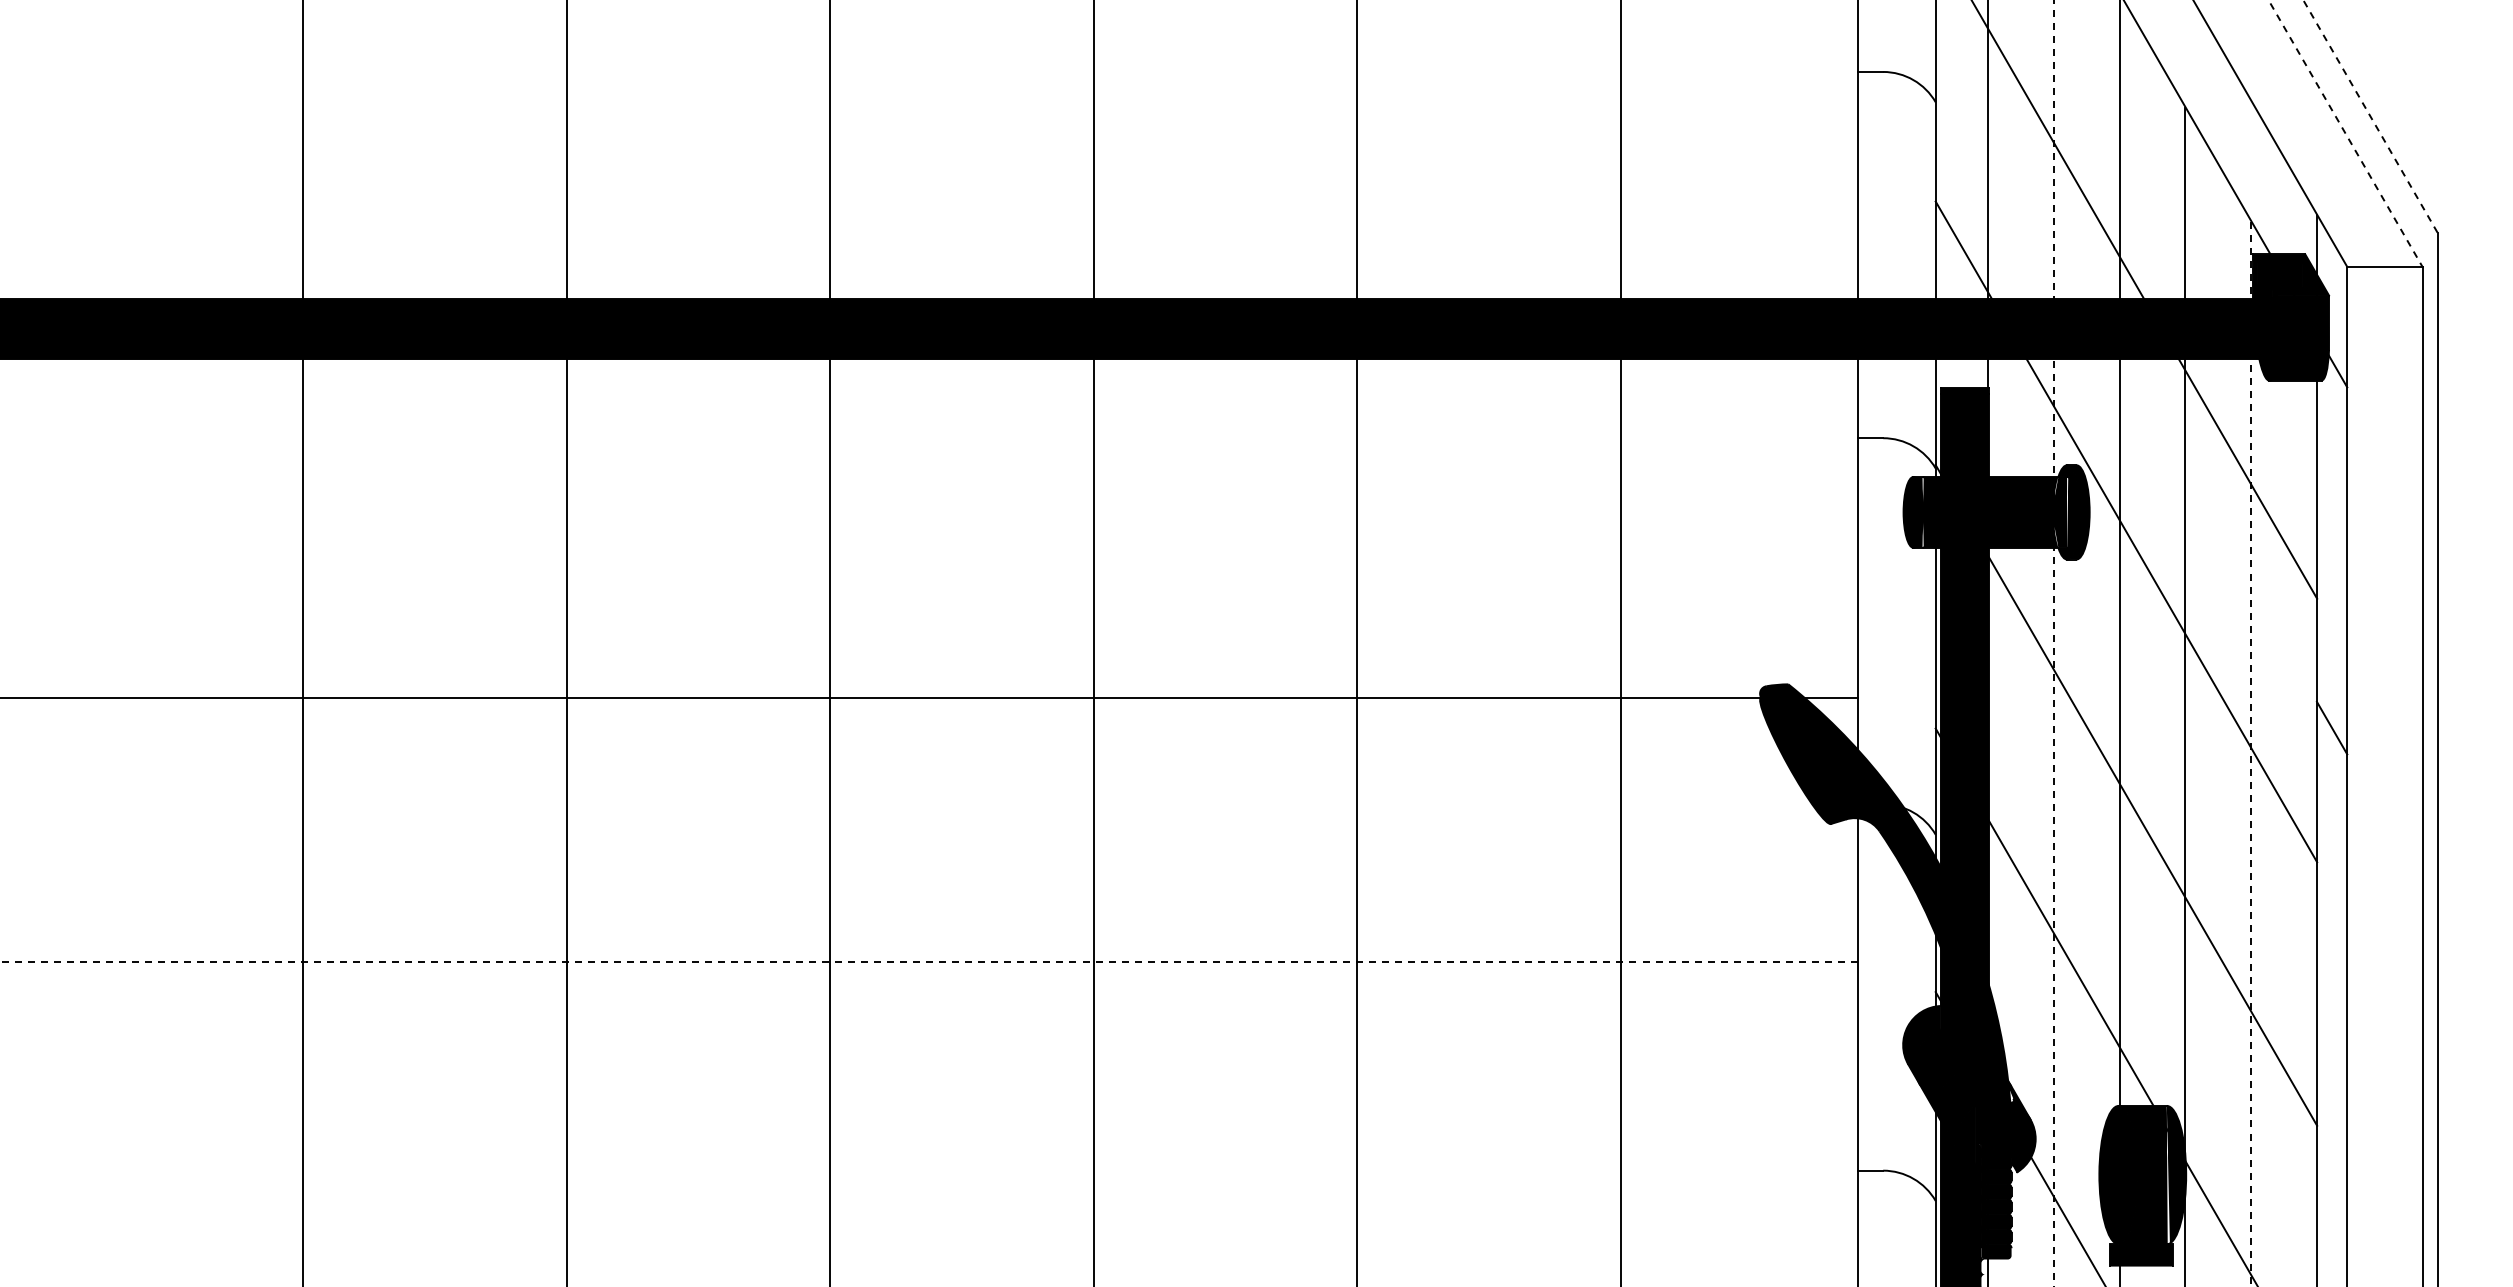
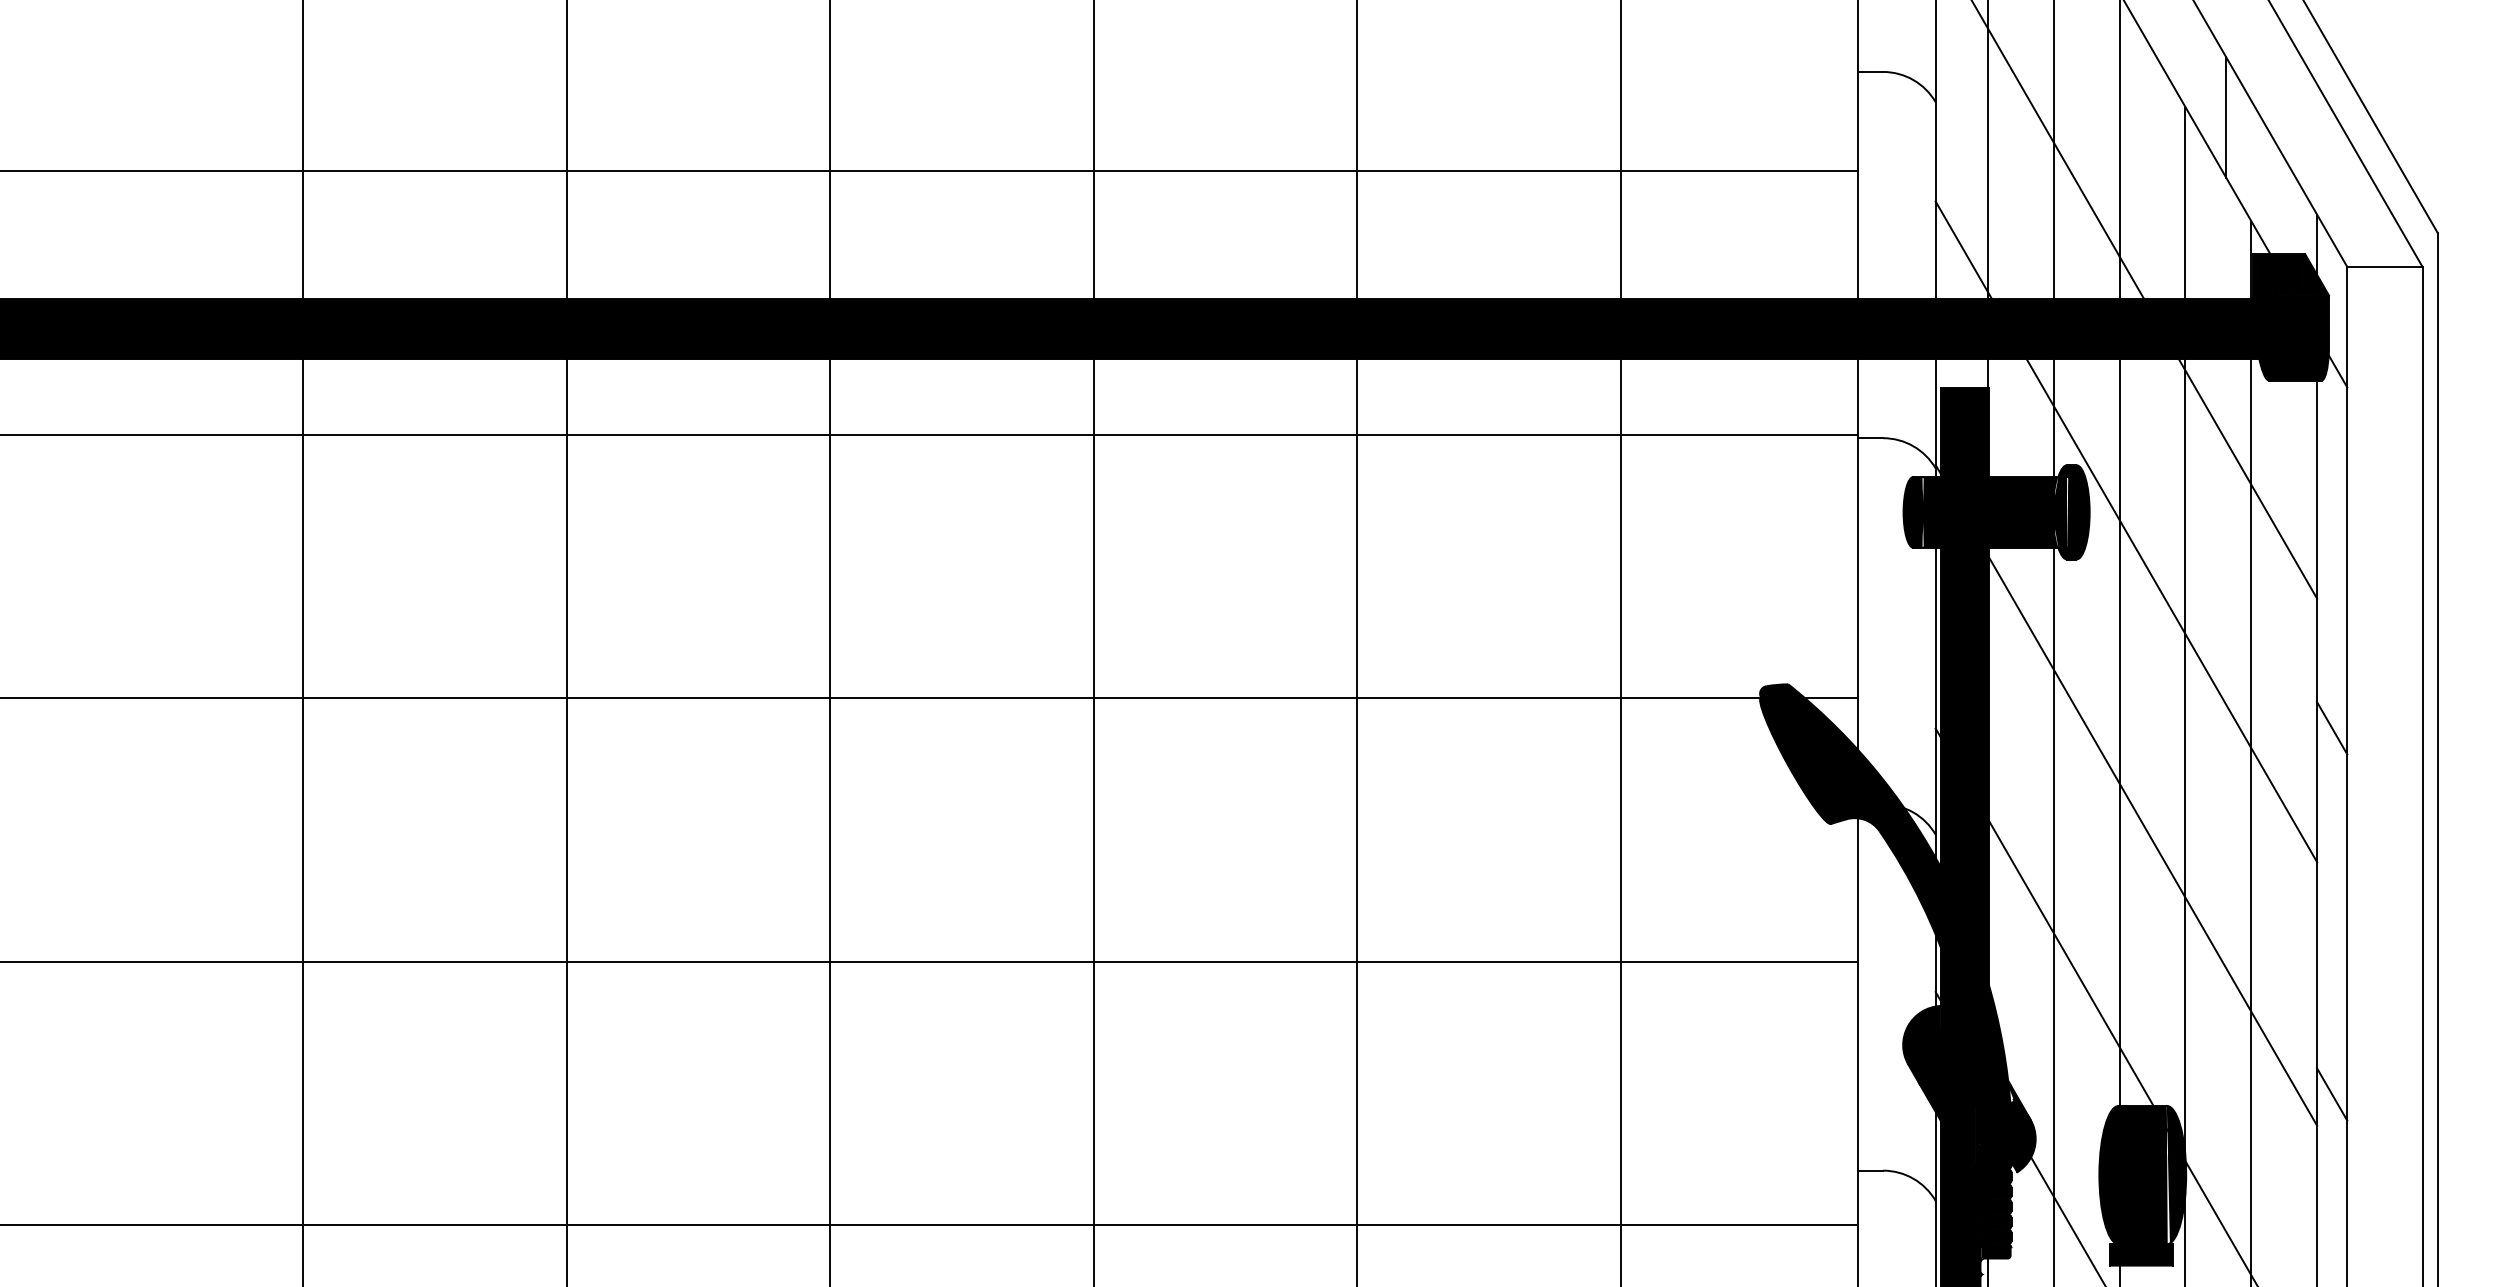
line at (2370, 116): dashed -> solid
line at (2225, 117): none -> present
line at (2345, 133): dashed -> solid
line at (929, 171): none -> present
line at (929, 434): none -> present
line at (2053, 643): dashed -> solid
line at (2251, 754): dashed -> solid
line at (928, 961): dashed -> solid
line at (2331, 1094): none -> present
line at (929, 1225): none -> present
